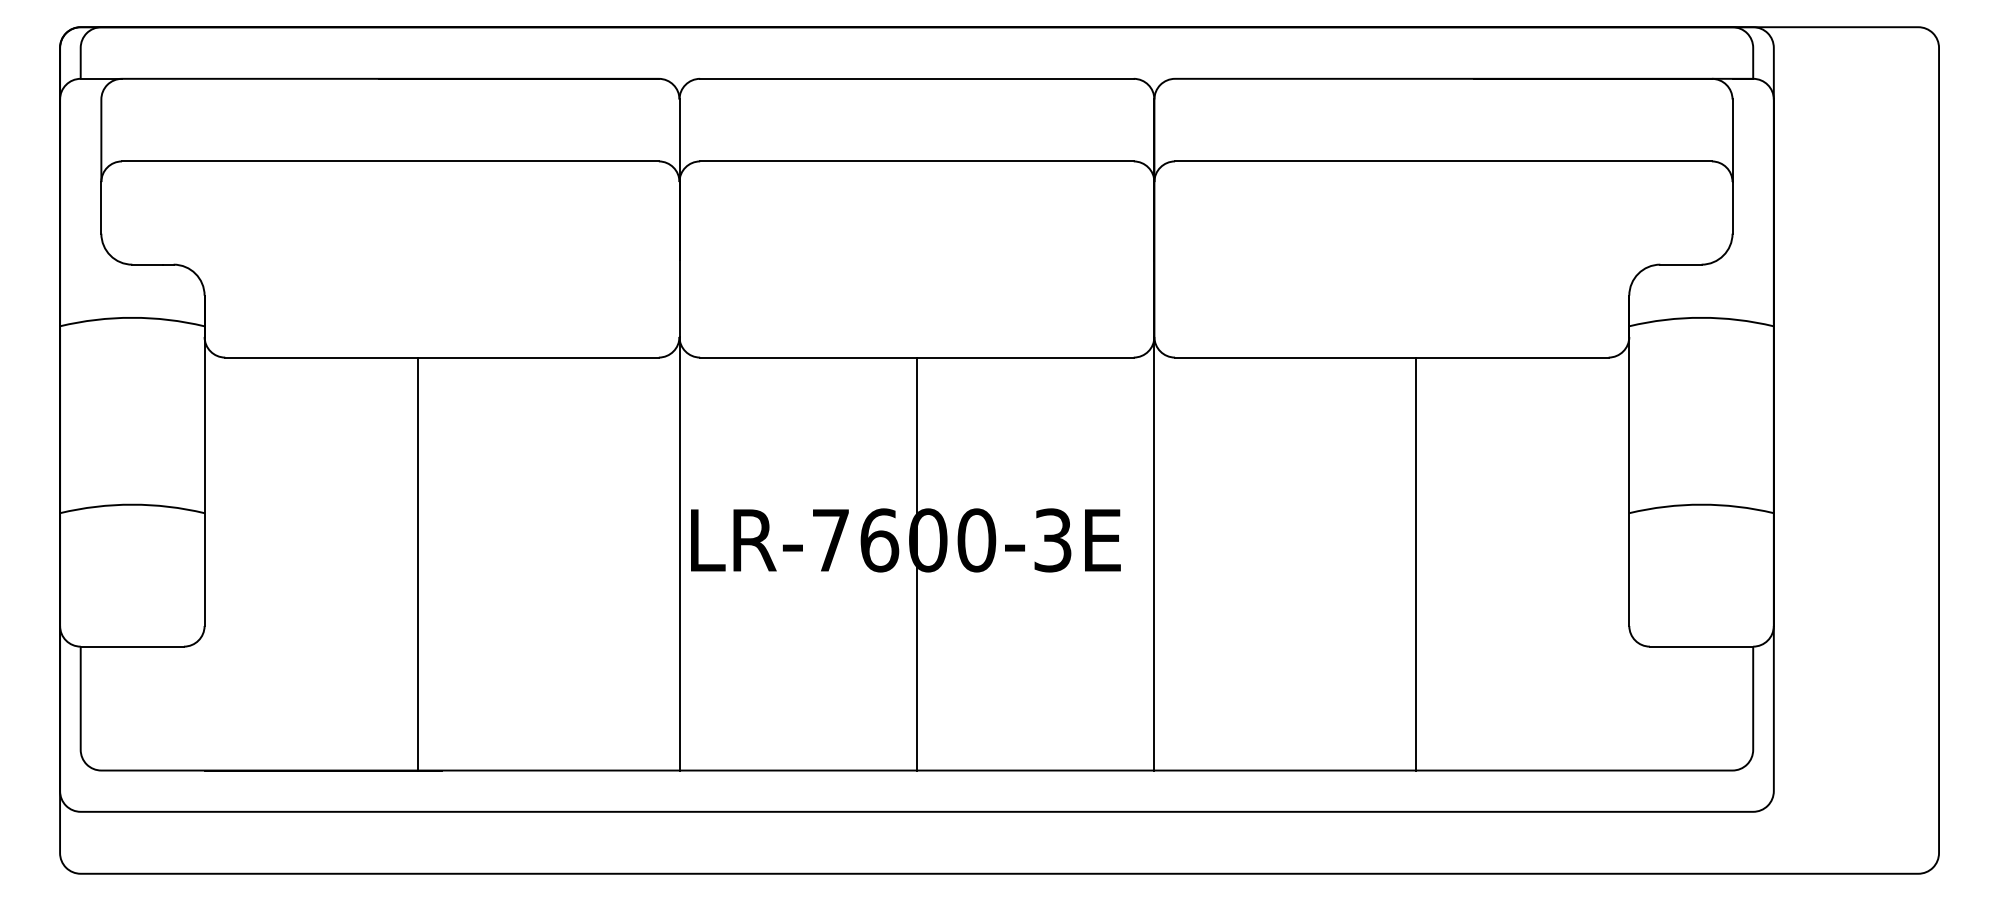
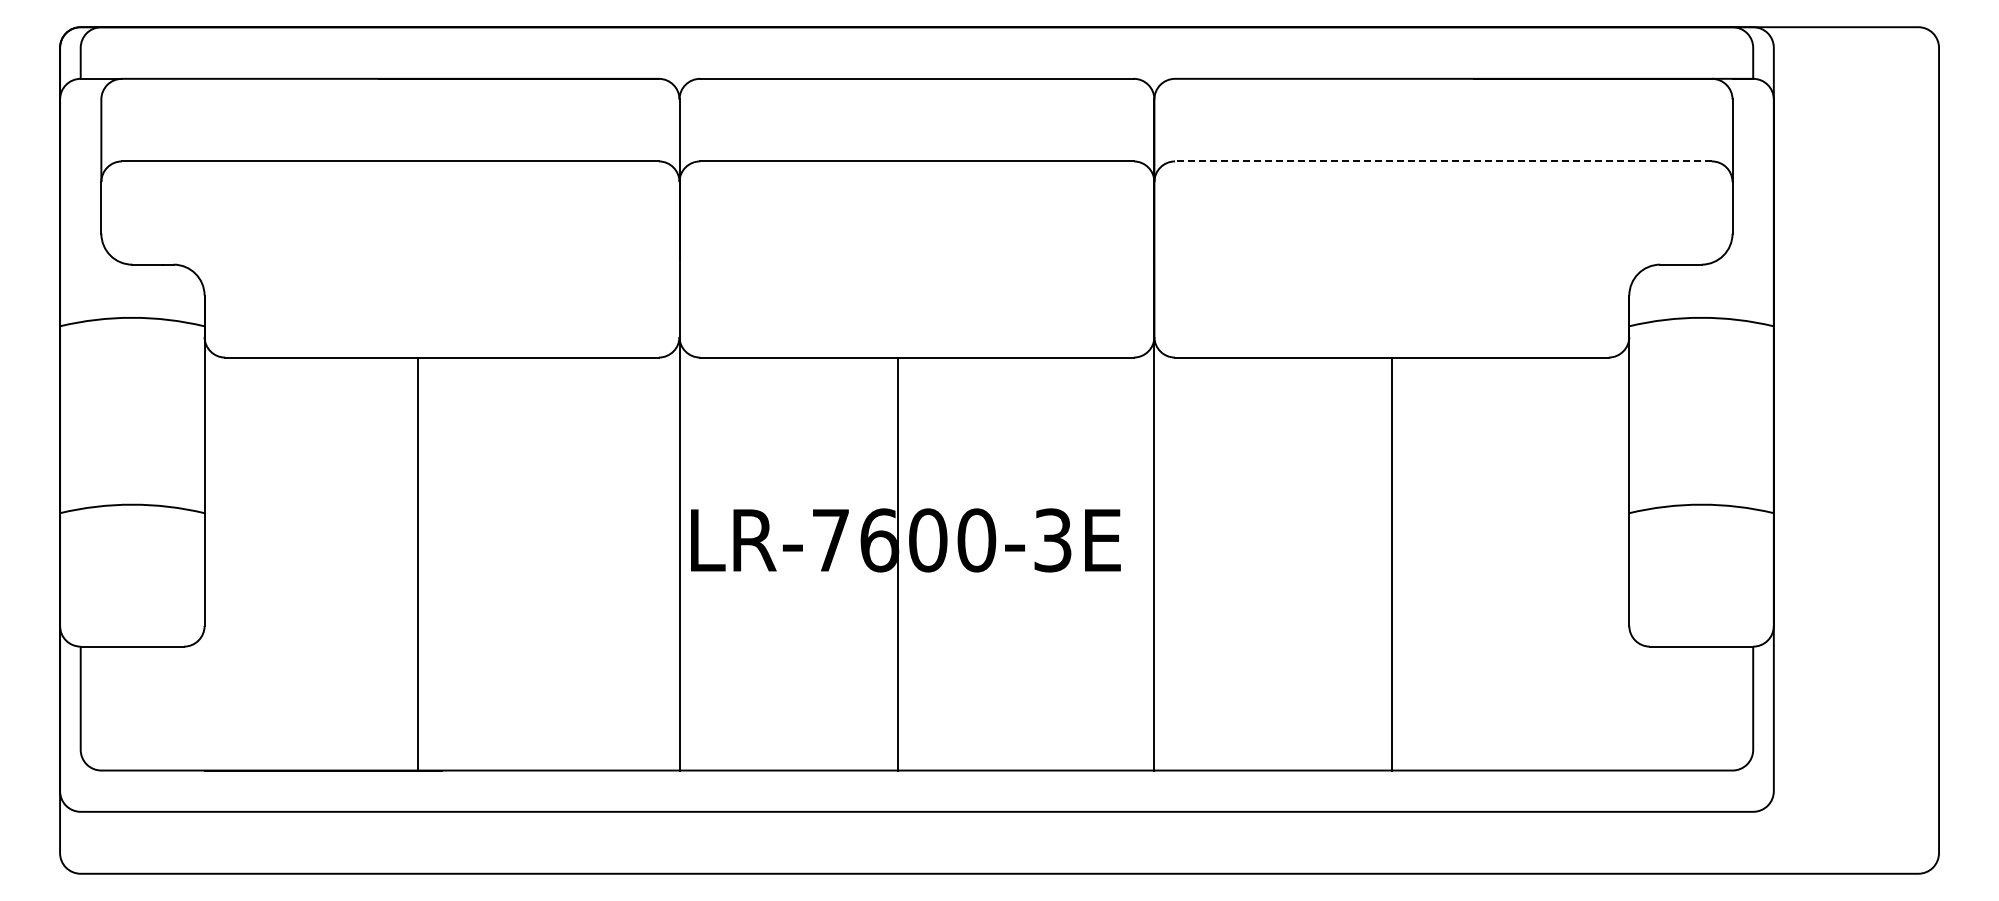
line at (1442, 161): solid -> dashed
line at (916, 563) position: (916, 563) -> (897, 563)
line at (1416, 563) position: (1416, 563) -> (1392, 563)
